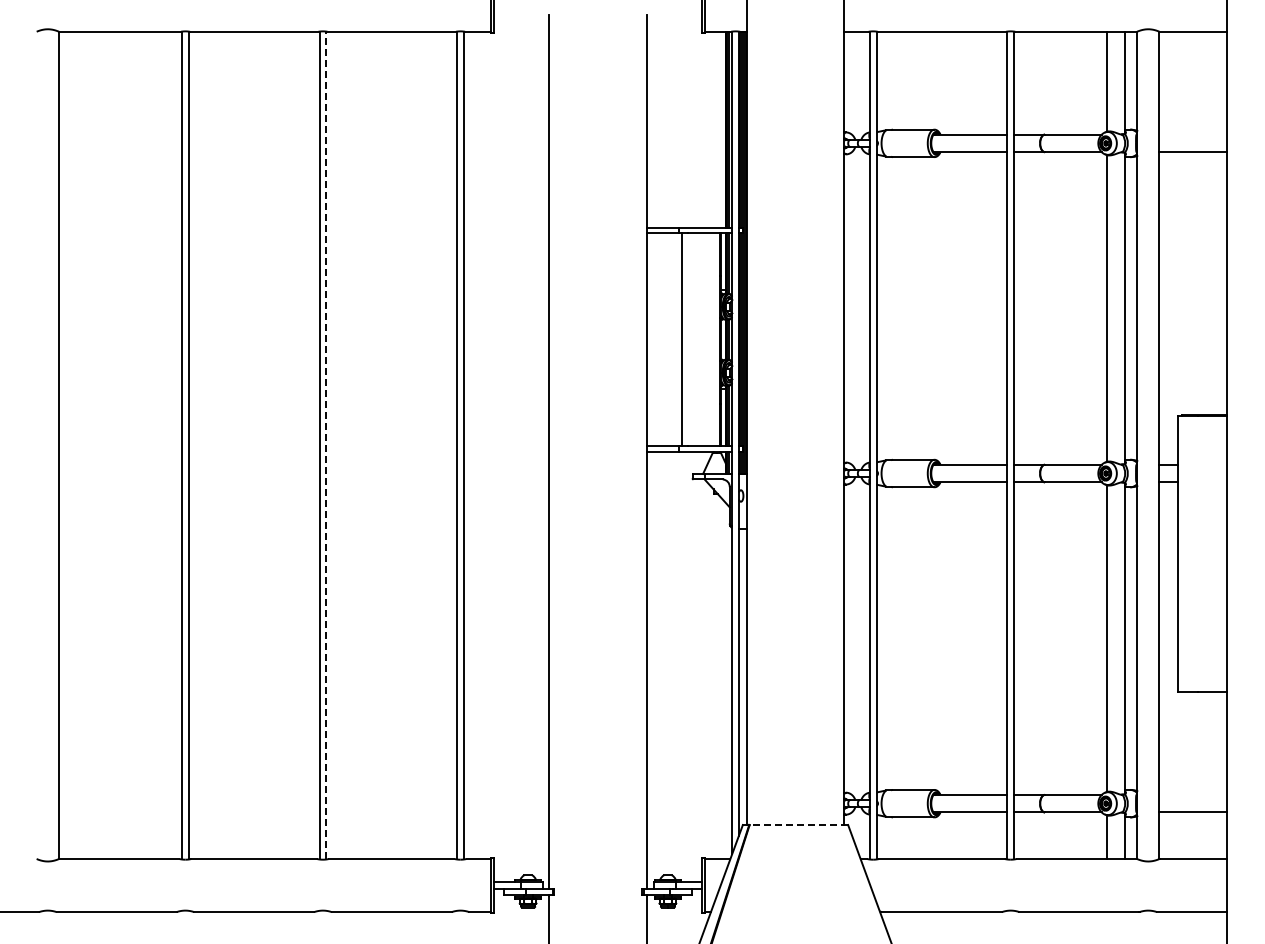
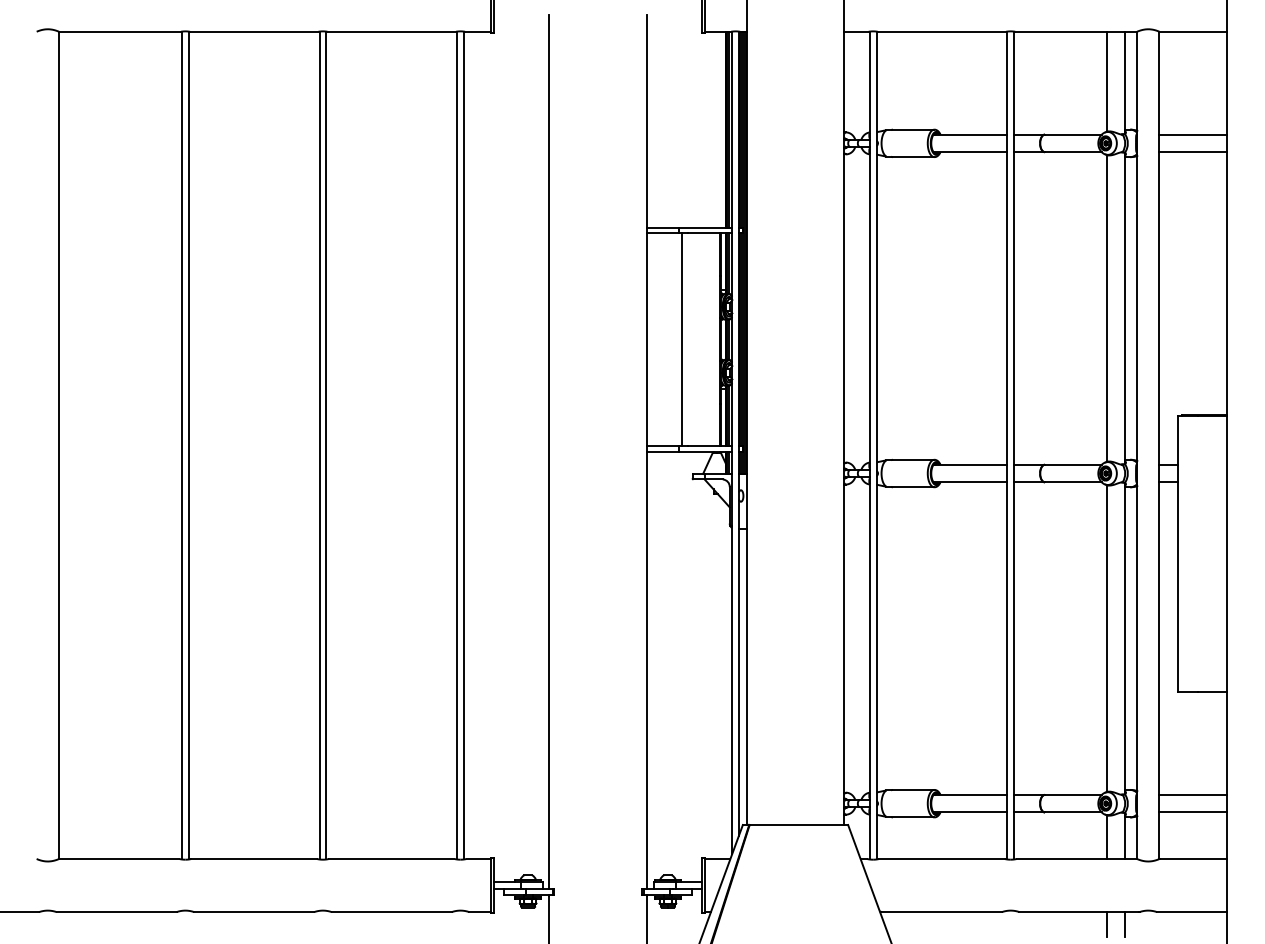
line at (1193, 134): none -> present
line at (326, 445): dashed -> solid
line at (1193, 794): none -> present
line at (798, 825): dashed -> solid
line at (1107, 924): none -> present
line at (1124, 924): none -> present
